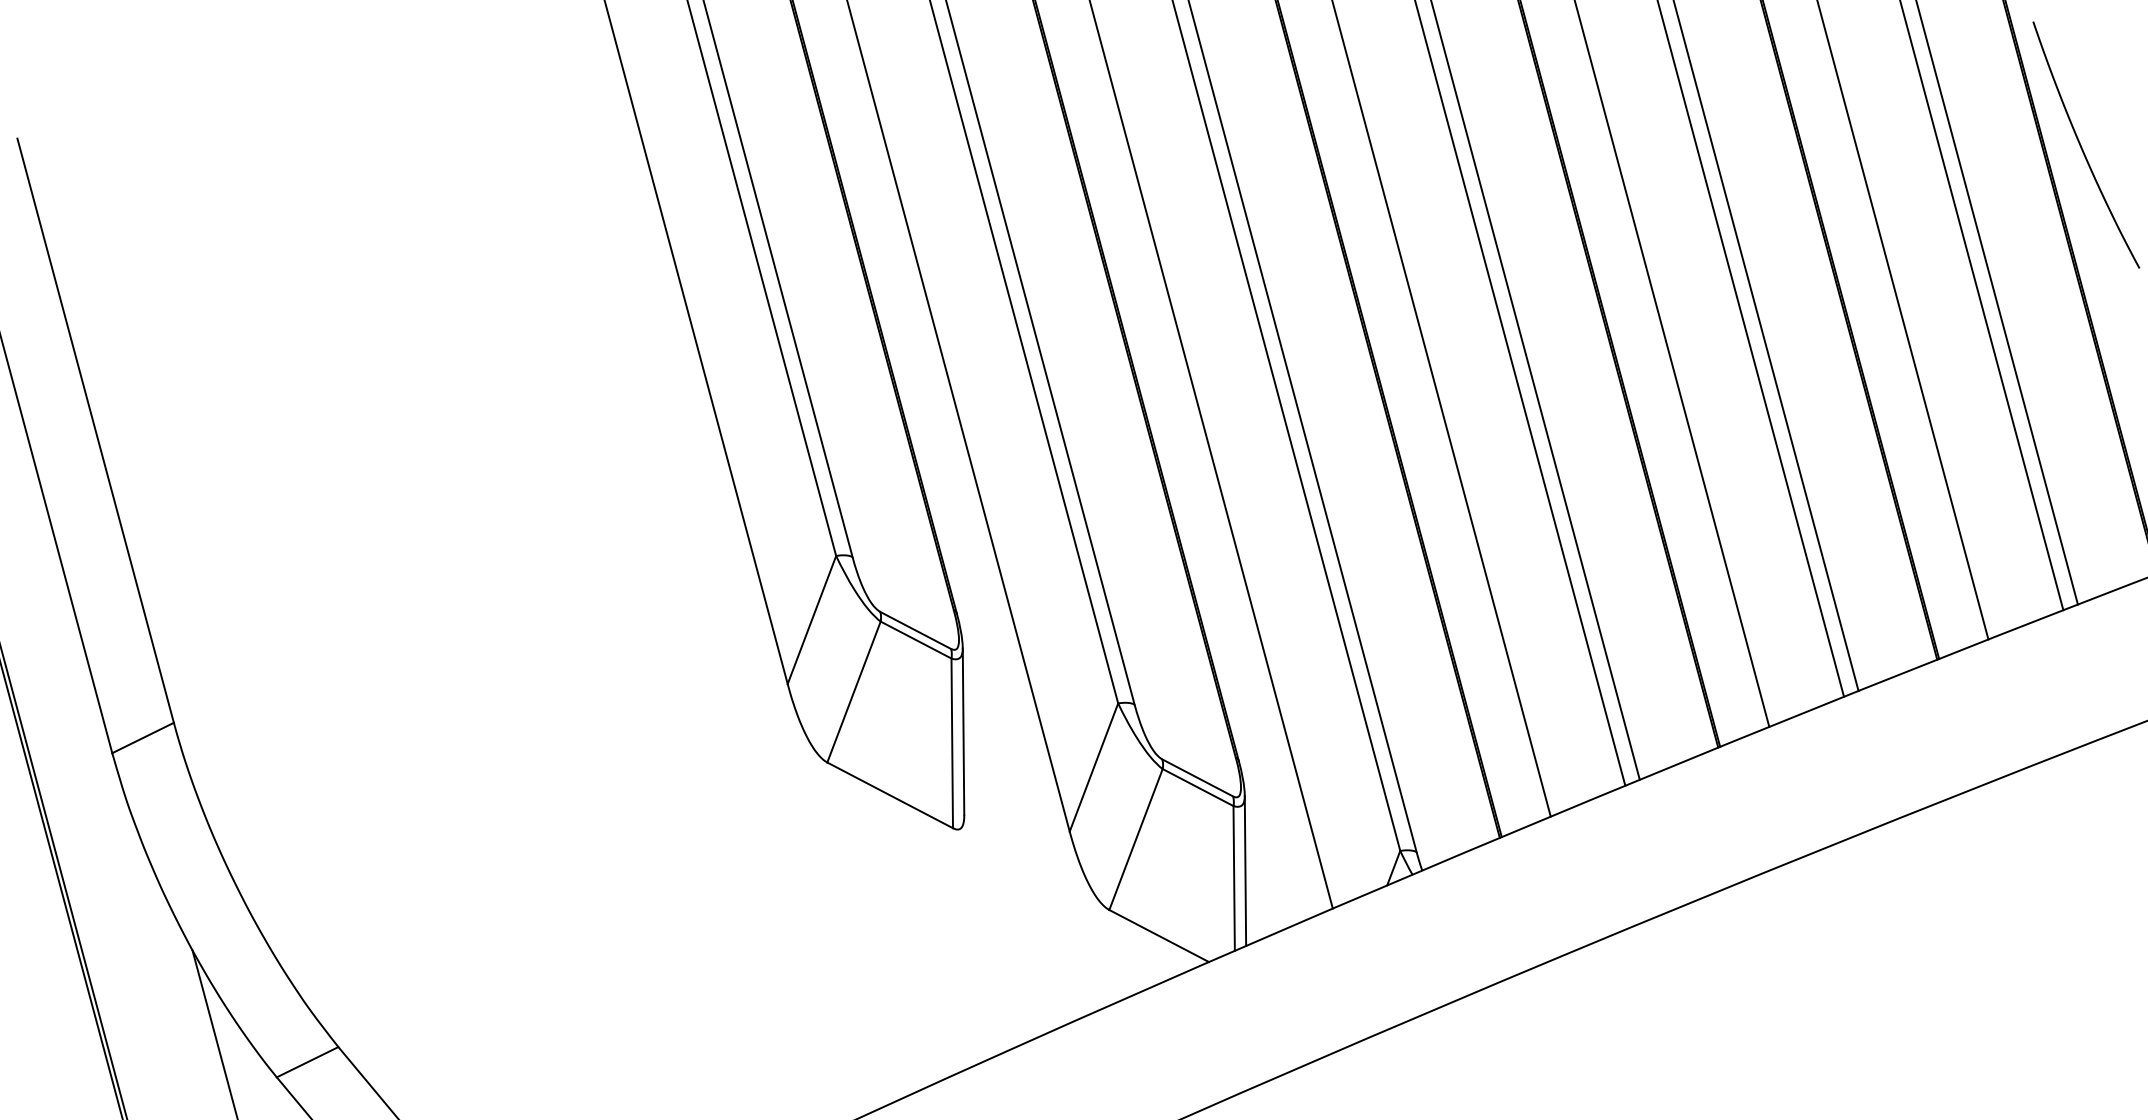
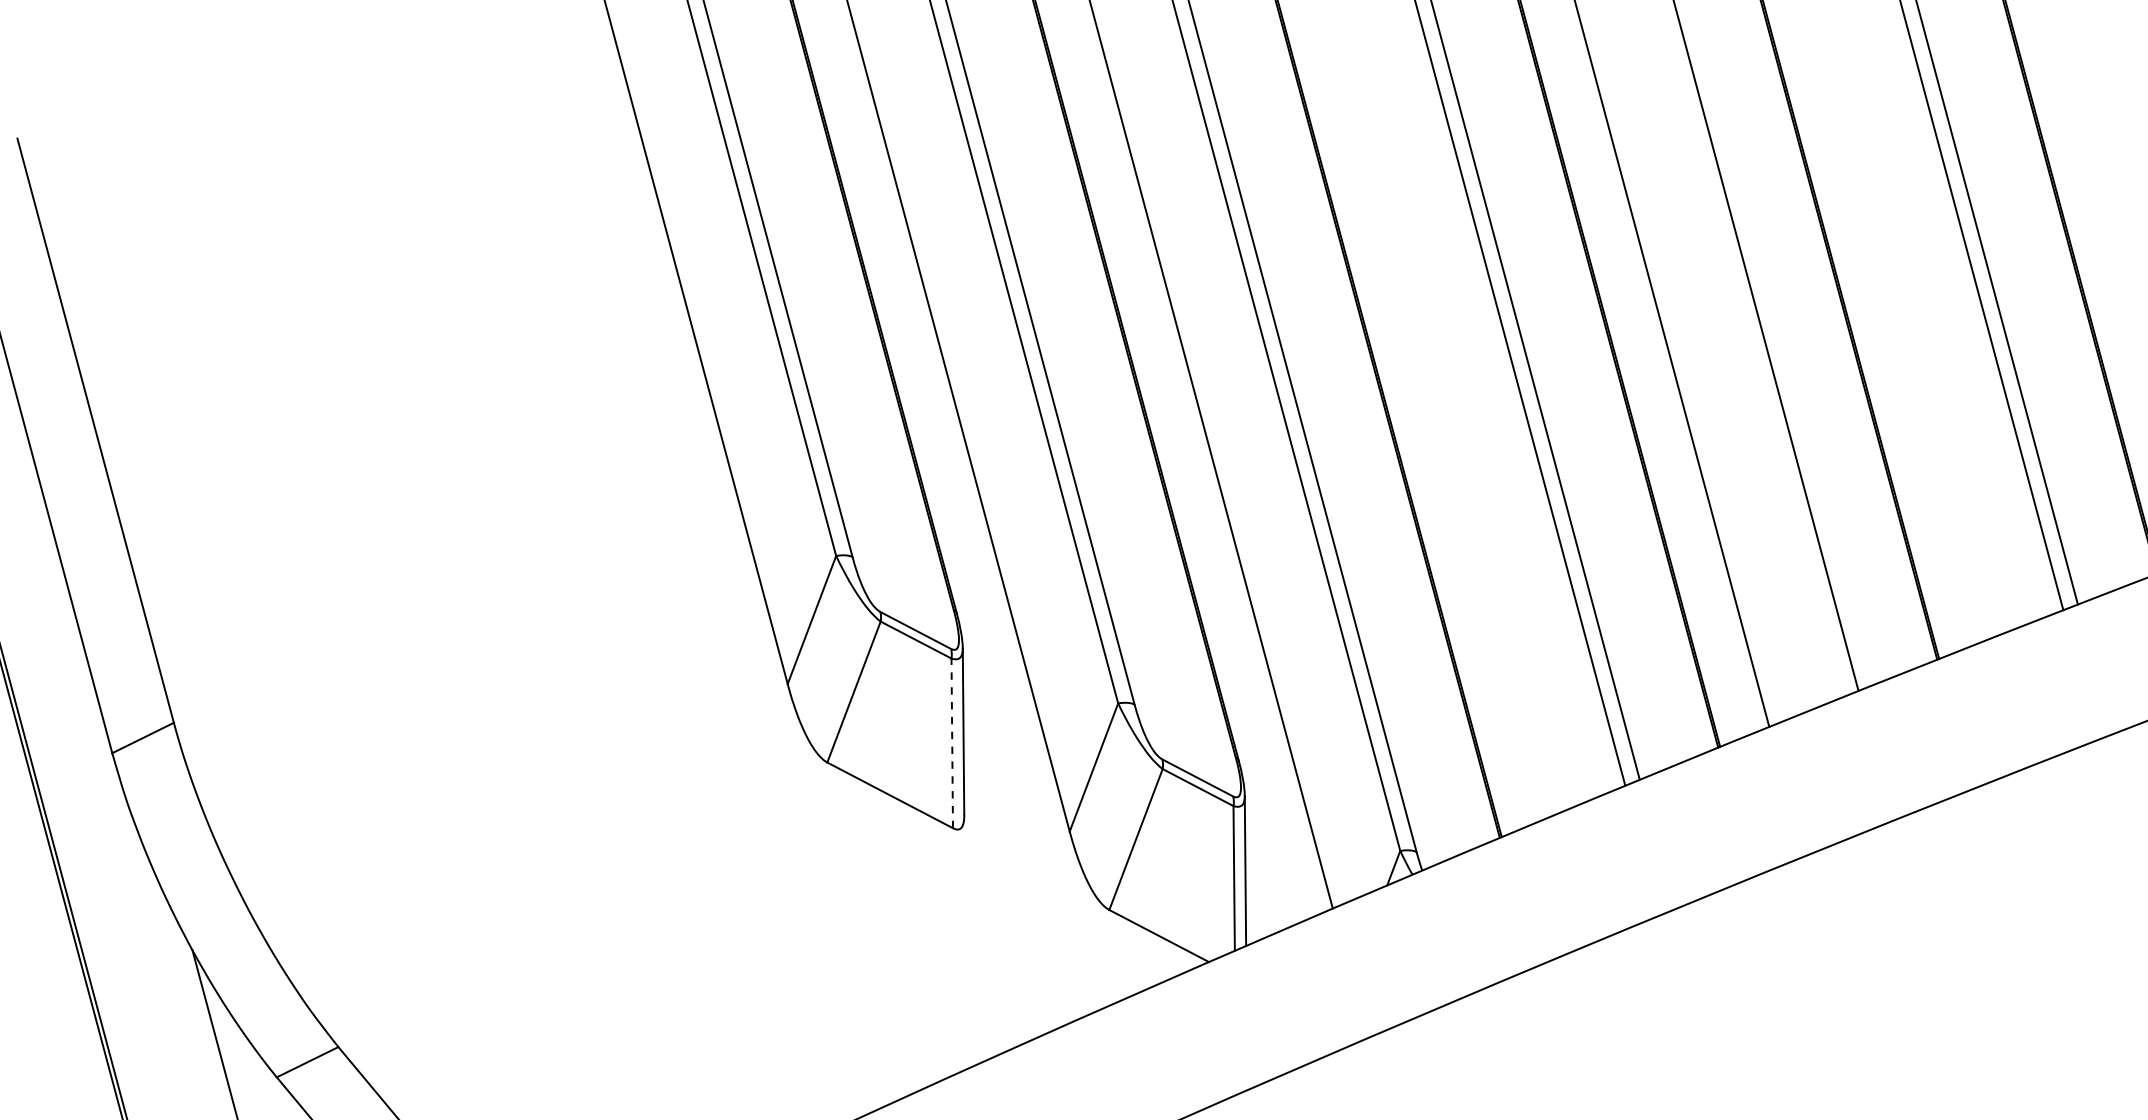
curve at (2081, 144): present -> none
line at (1902, 320): present -> none
line at (1751, 349): present -> none
line at (1441, 409): present -> none
line at (952, 743): solid -> dashed
